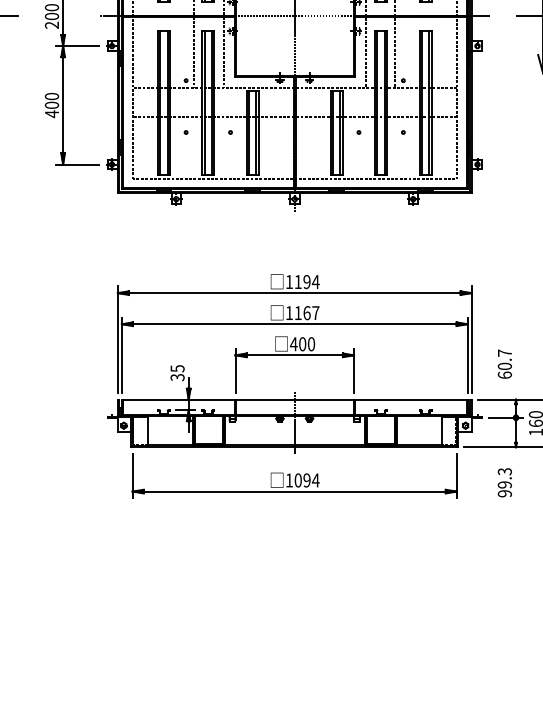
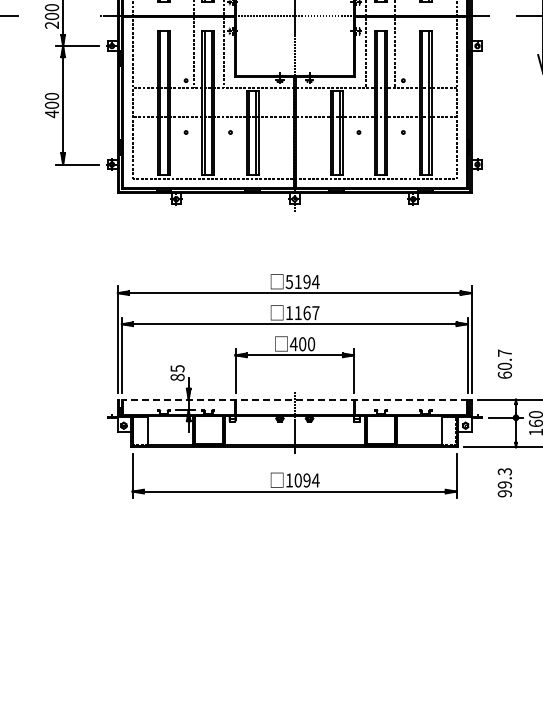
text at (288, 282): 1194 -> 5194
text at (177, 377): 35 -> 85
line at (294, 399): solid -> dashed
